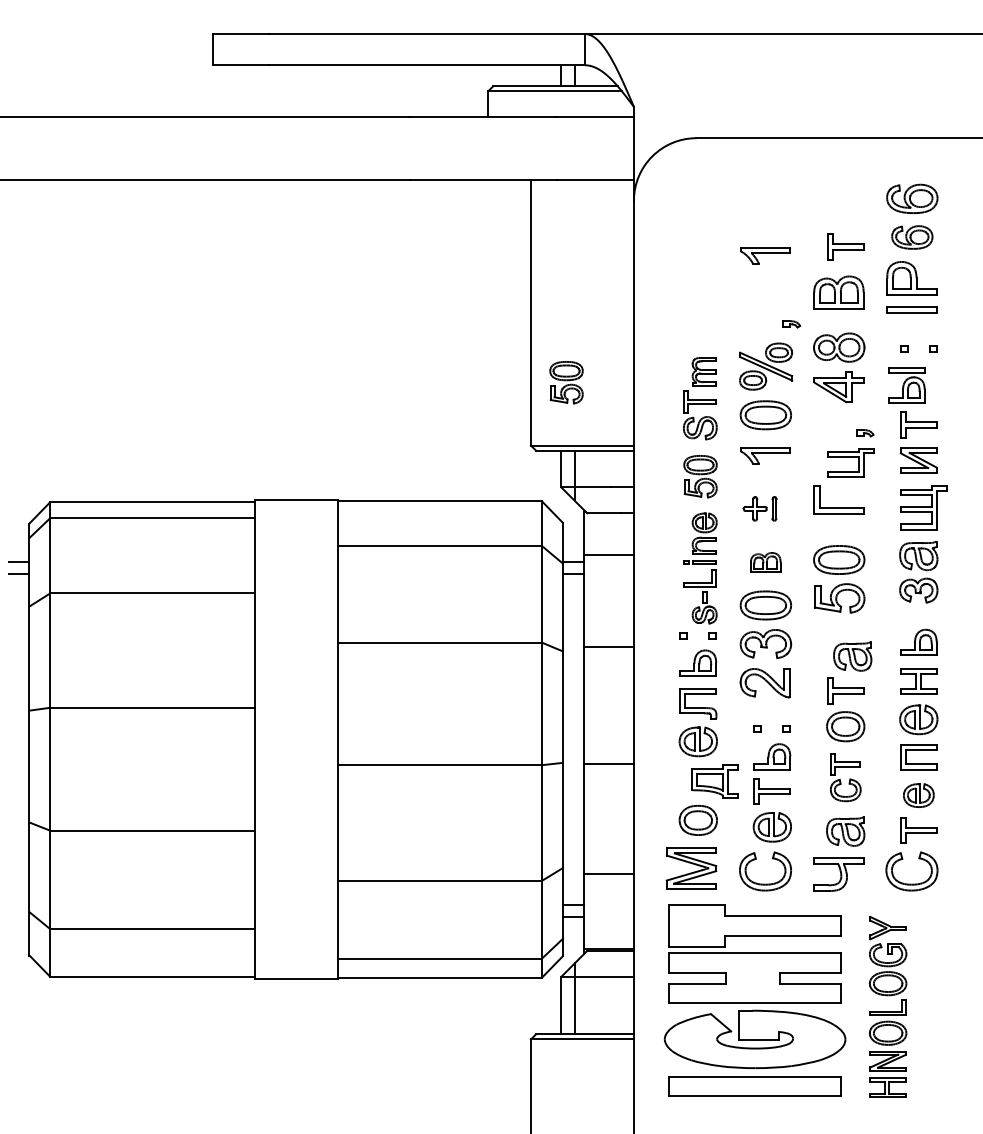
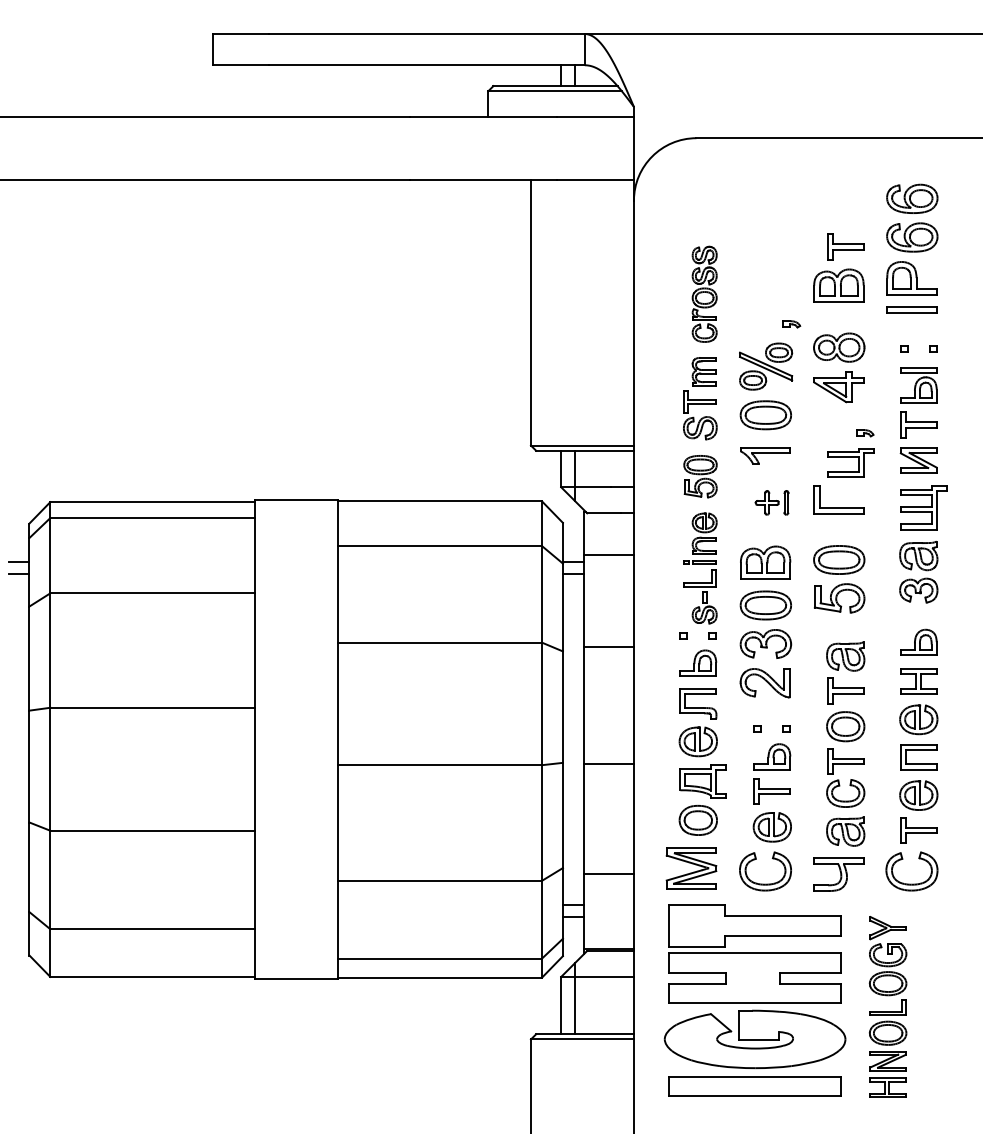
part at (912, 237) size: 43x25 px -> 53x31 px
part at (765, 255): present -> none
part at (838, 292) position: (838, 292) -> (838, 285)
part at (704, 293): none -> present
part at (566, 382): present -> none
part at (906, 385) position: (906, 385) -> (918, 385)
part at (759, 508) position: (759, 508) -> (771, 502)
part at (765, 562) size: 32x21 px -> 52x35 px
part at (852, 656) position: (852, 656) -> (845, 656)
part at (845, 777) size: 32x50 px -> 40x60 px
part at (714, 781) position: (714, 781) -> (702, 781)
part at (918, 795) size: 32x25 px -> 40x31 px
